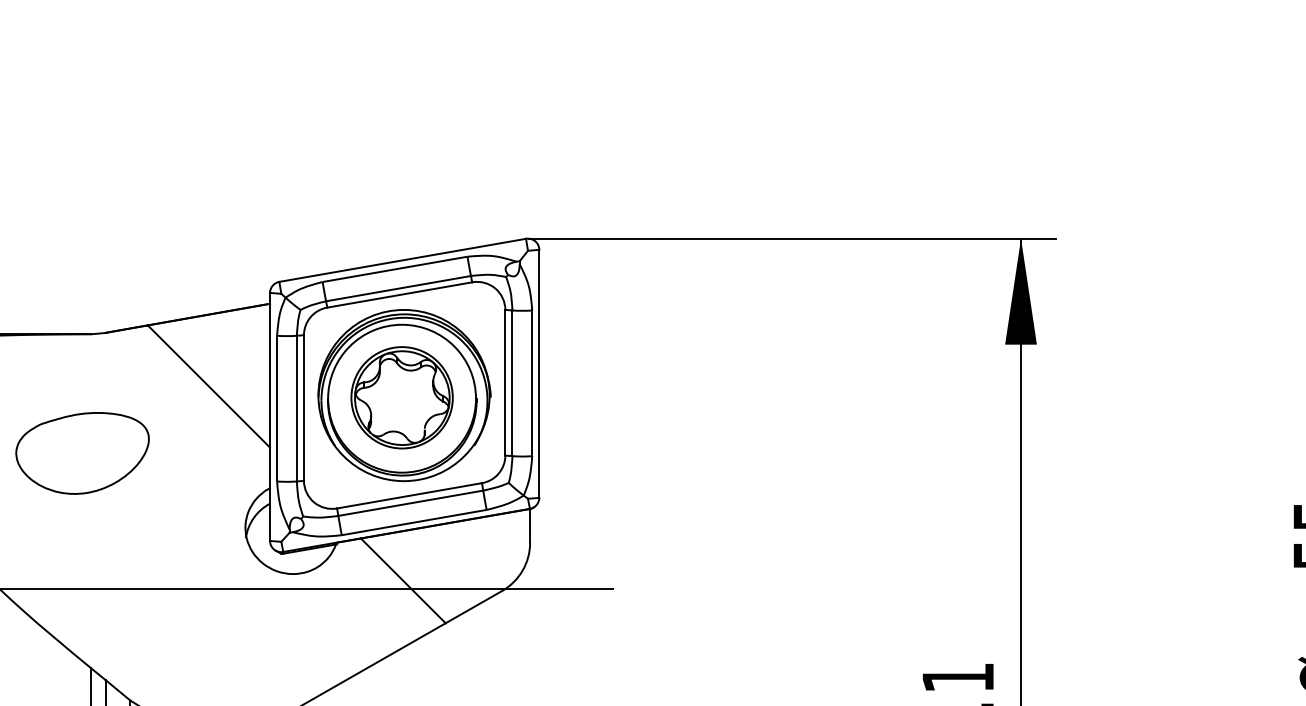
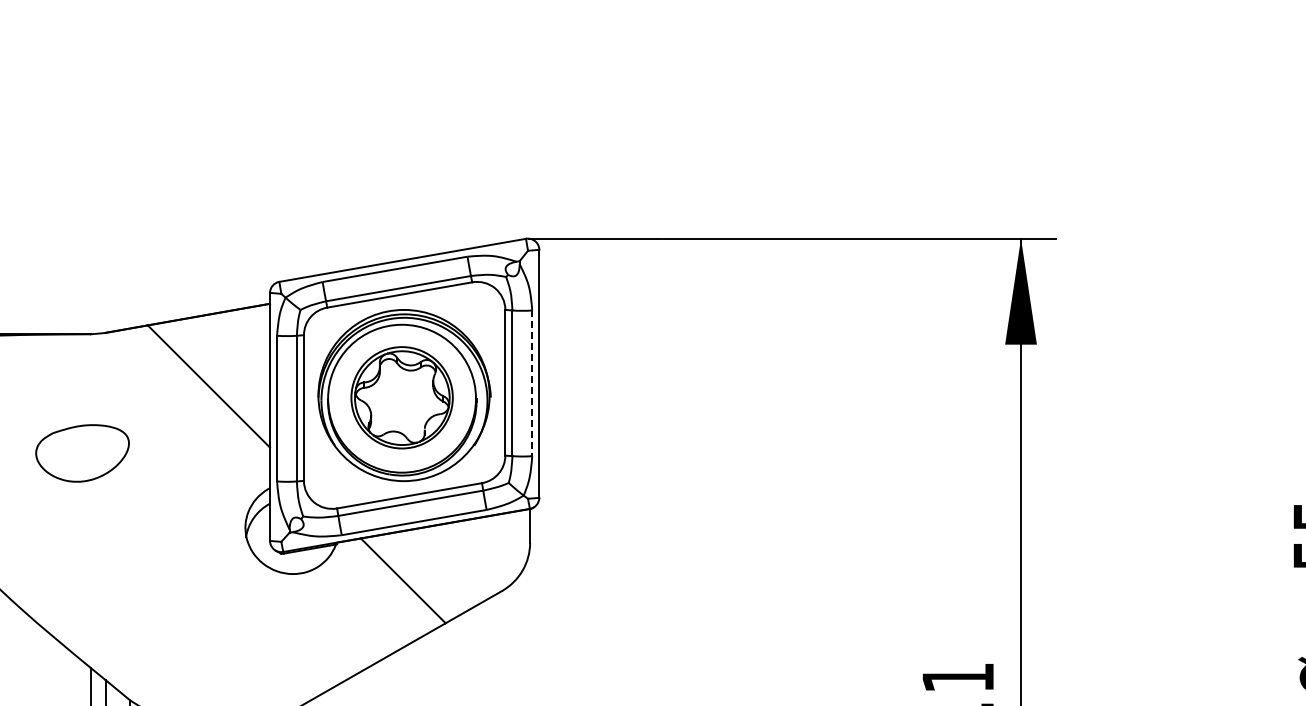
line at (532, 383): solid -> dashed
part at (82, 453) size: 135x83 px -> 95x59 px
line at (307, 588): present -> none
